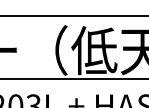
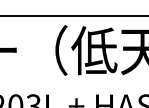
line at (73, 78): present -> none
